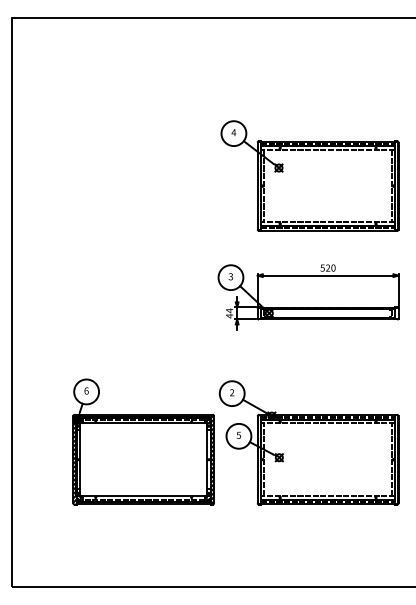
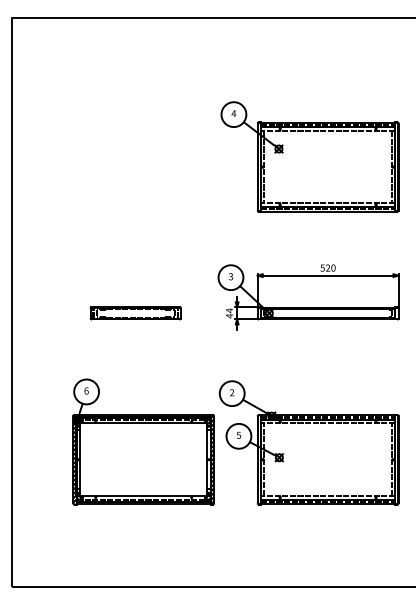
part at (309, 175) position: (309, 175) -> (309, 156)
part at (135, 313): none -> present
